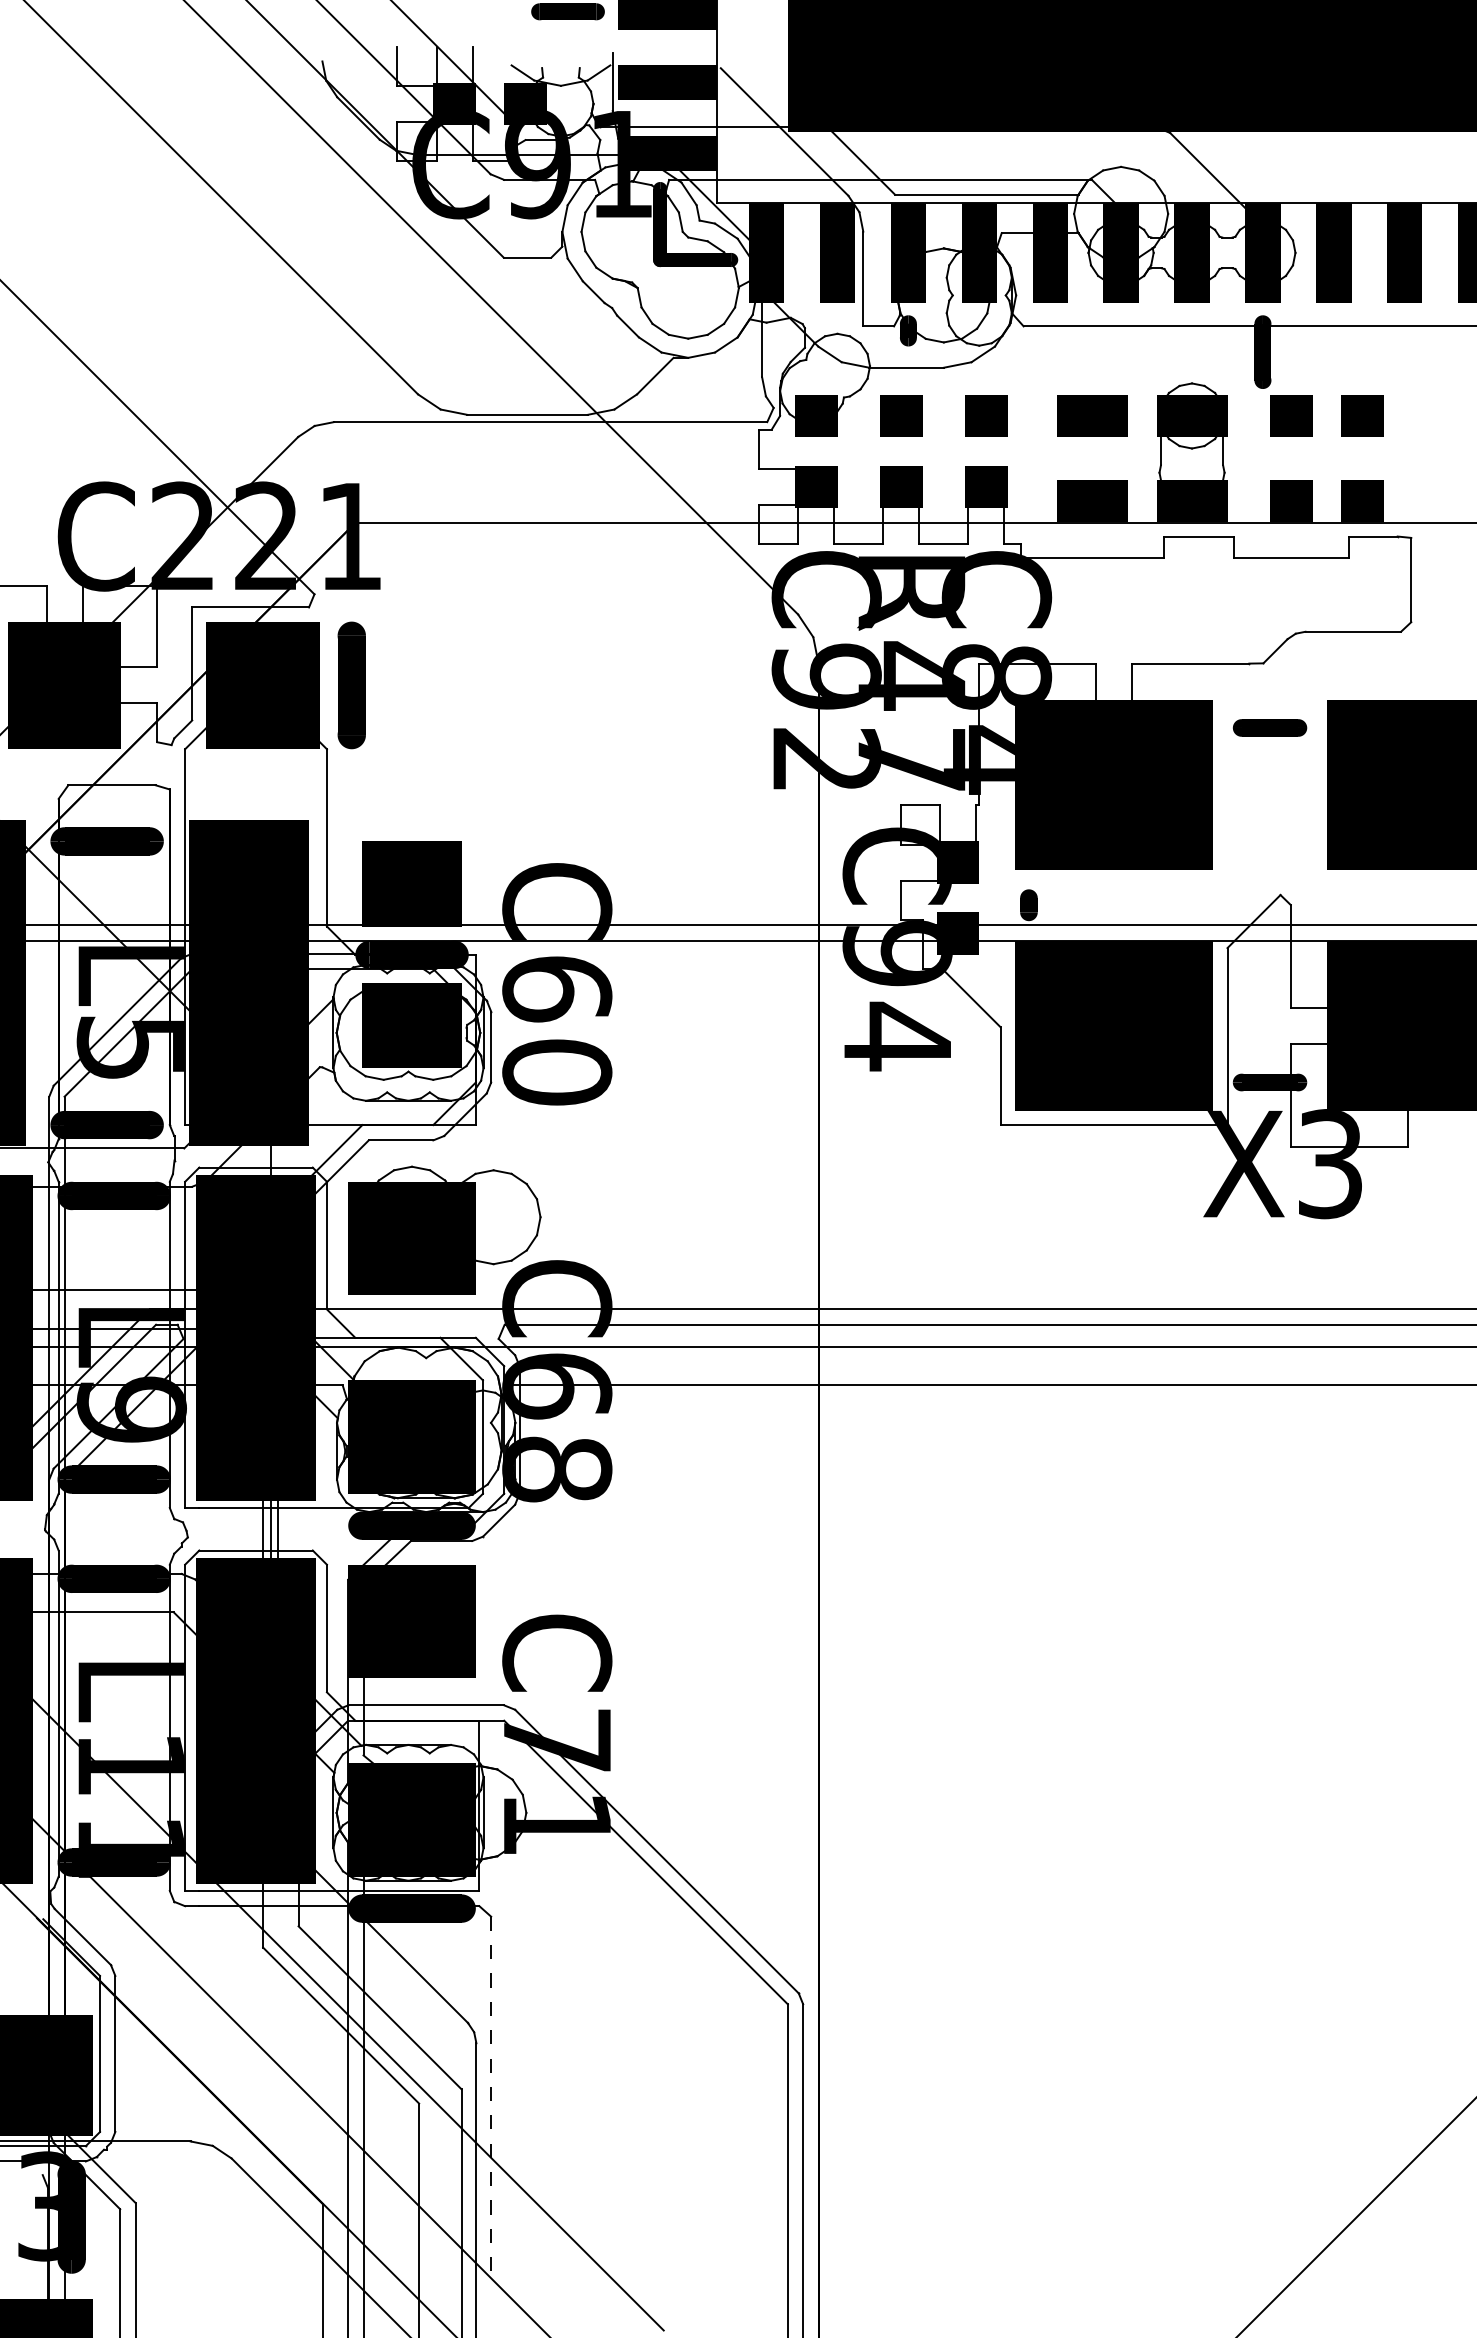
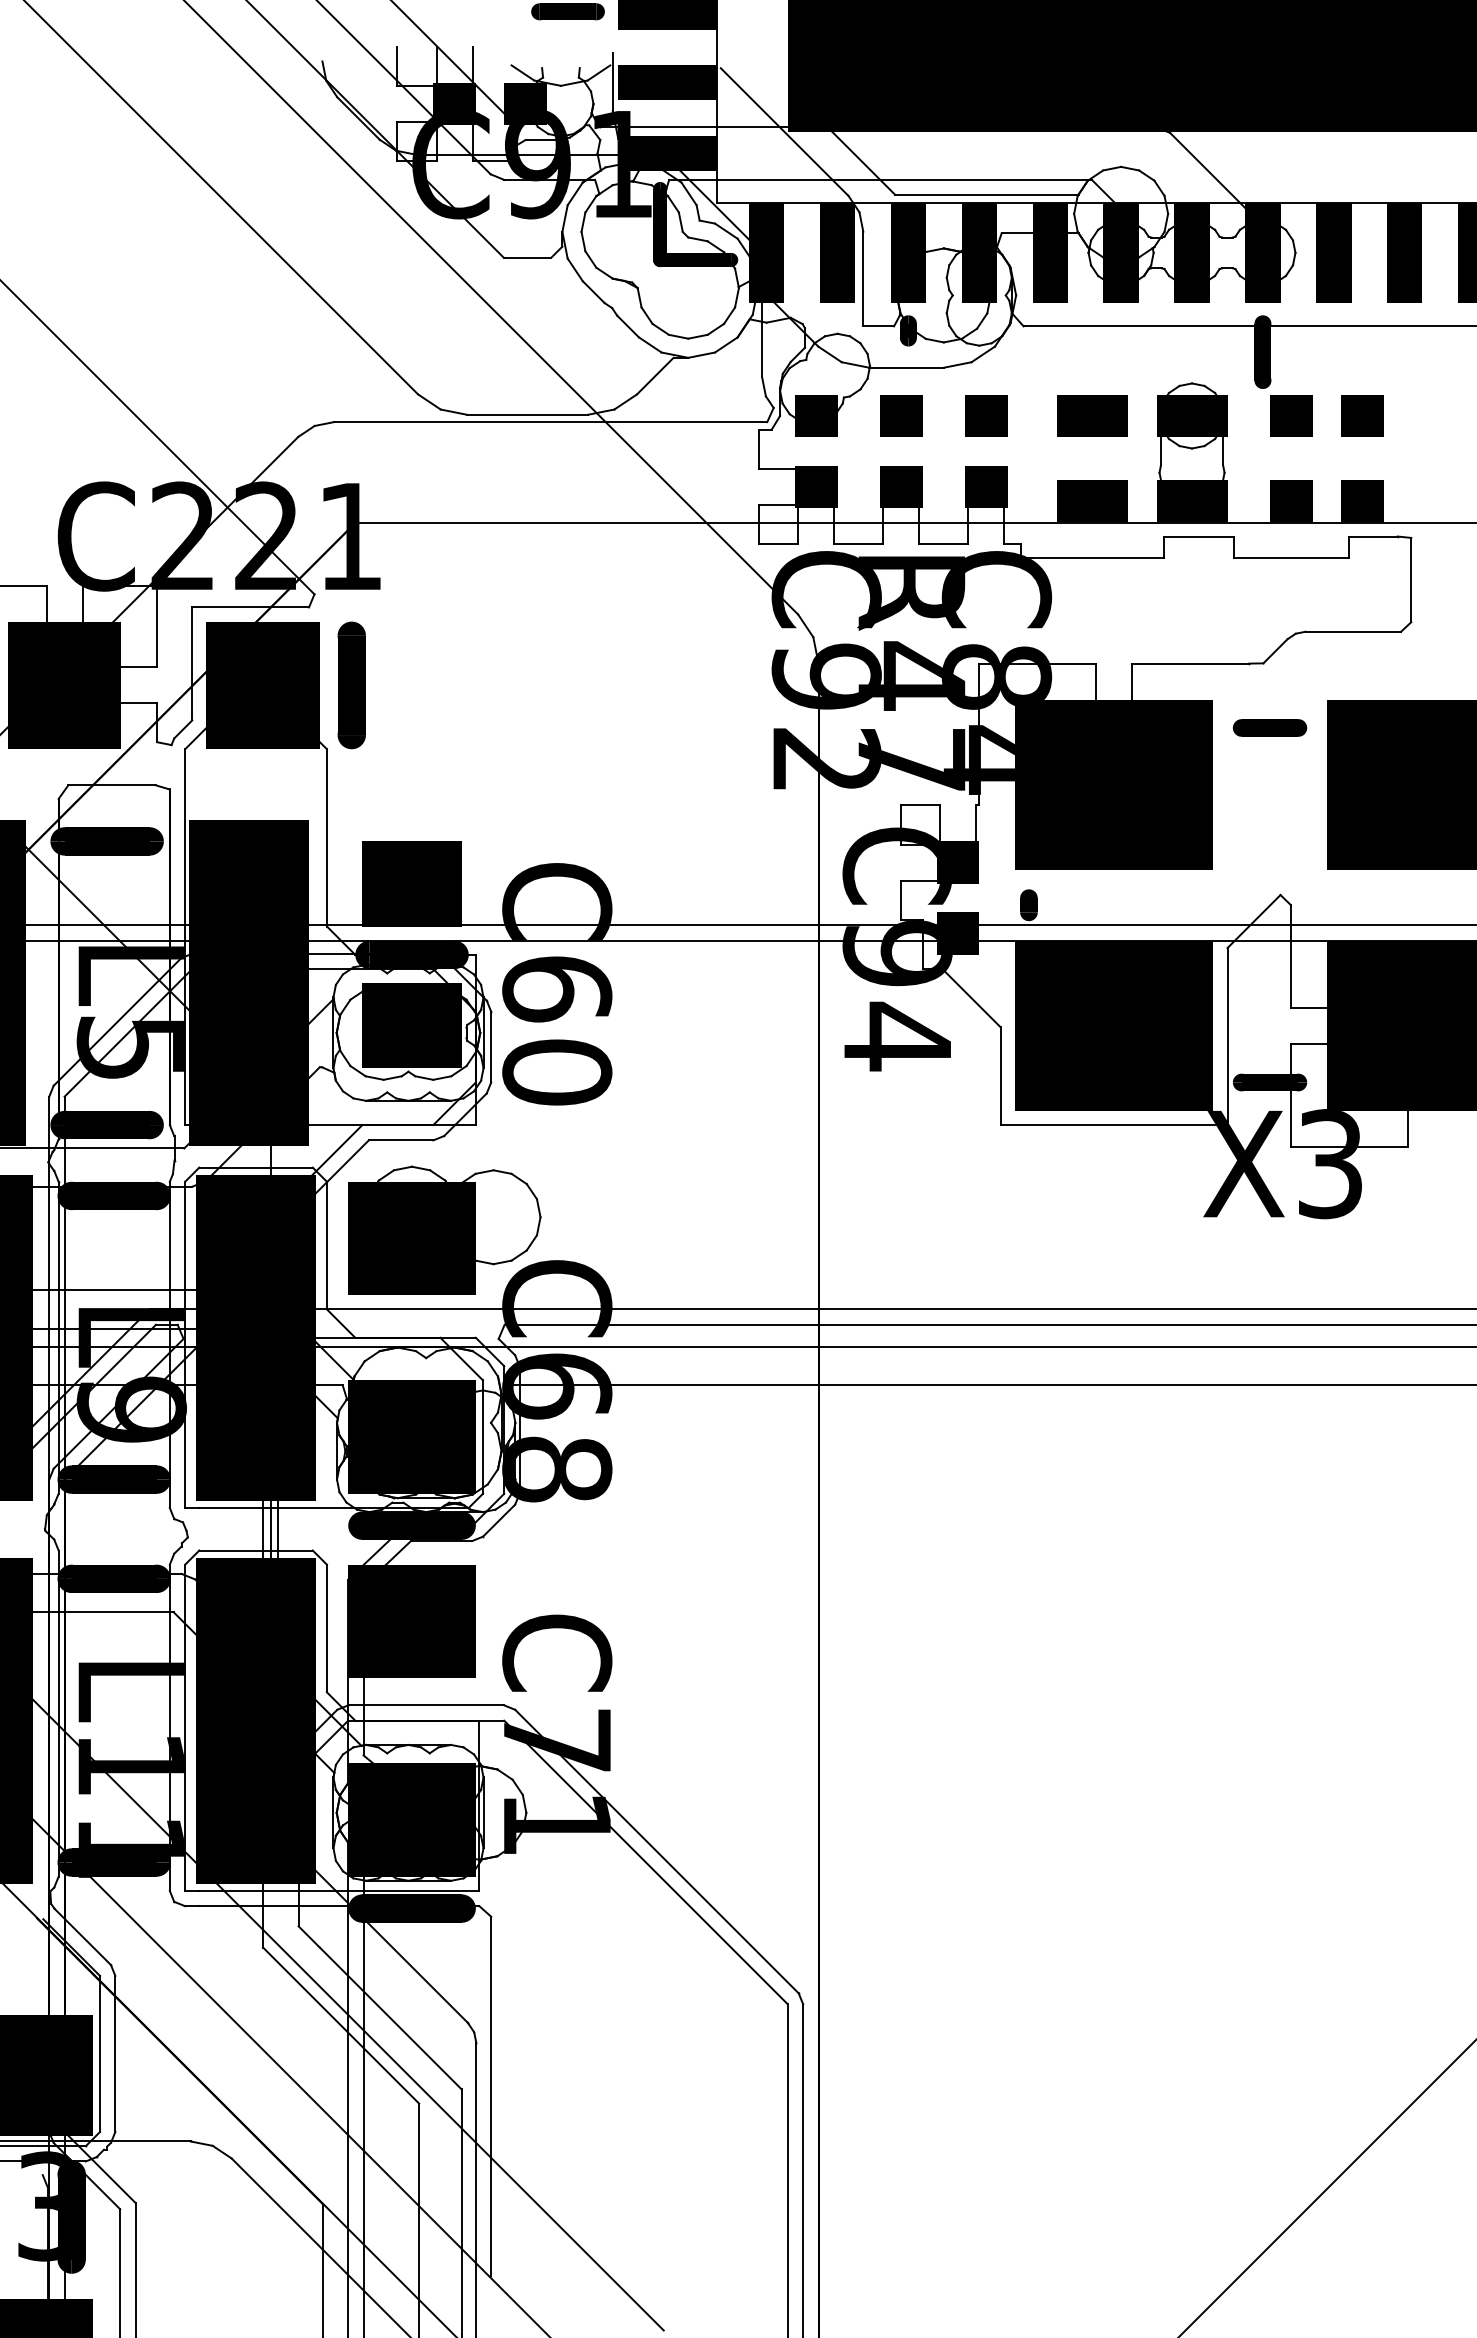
line at (491, 2096): dashed -> solid
line at (1356, 2217) position: (1356, 2217) -> (1327, 2188)
